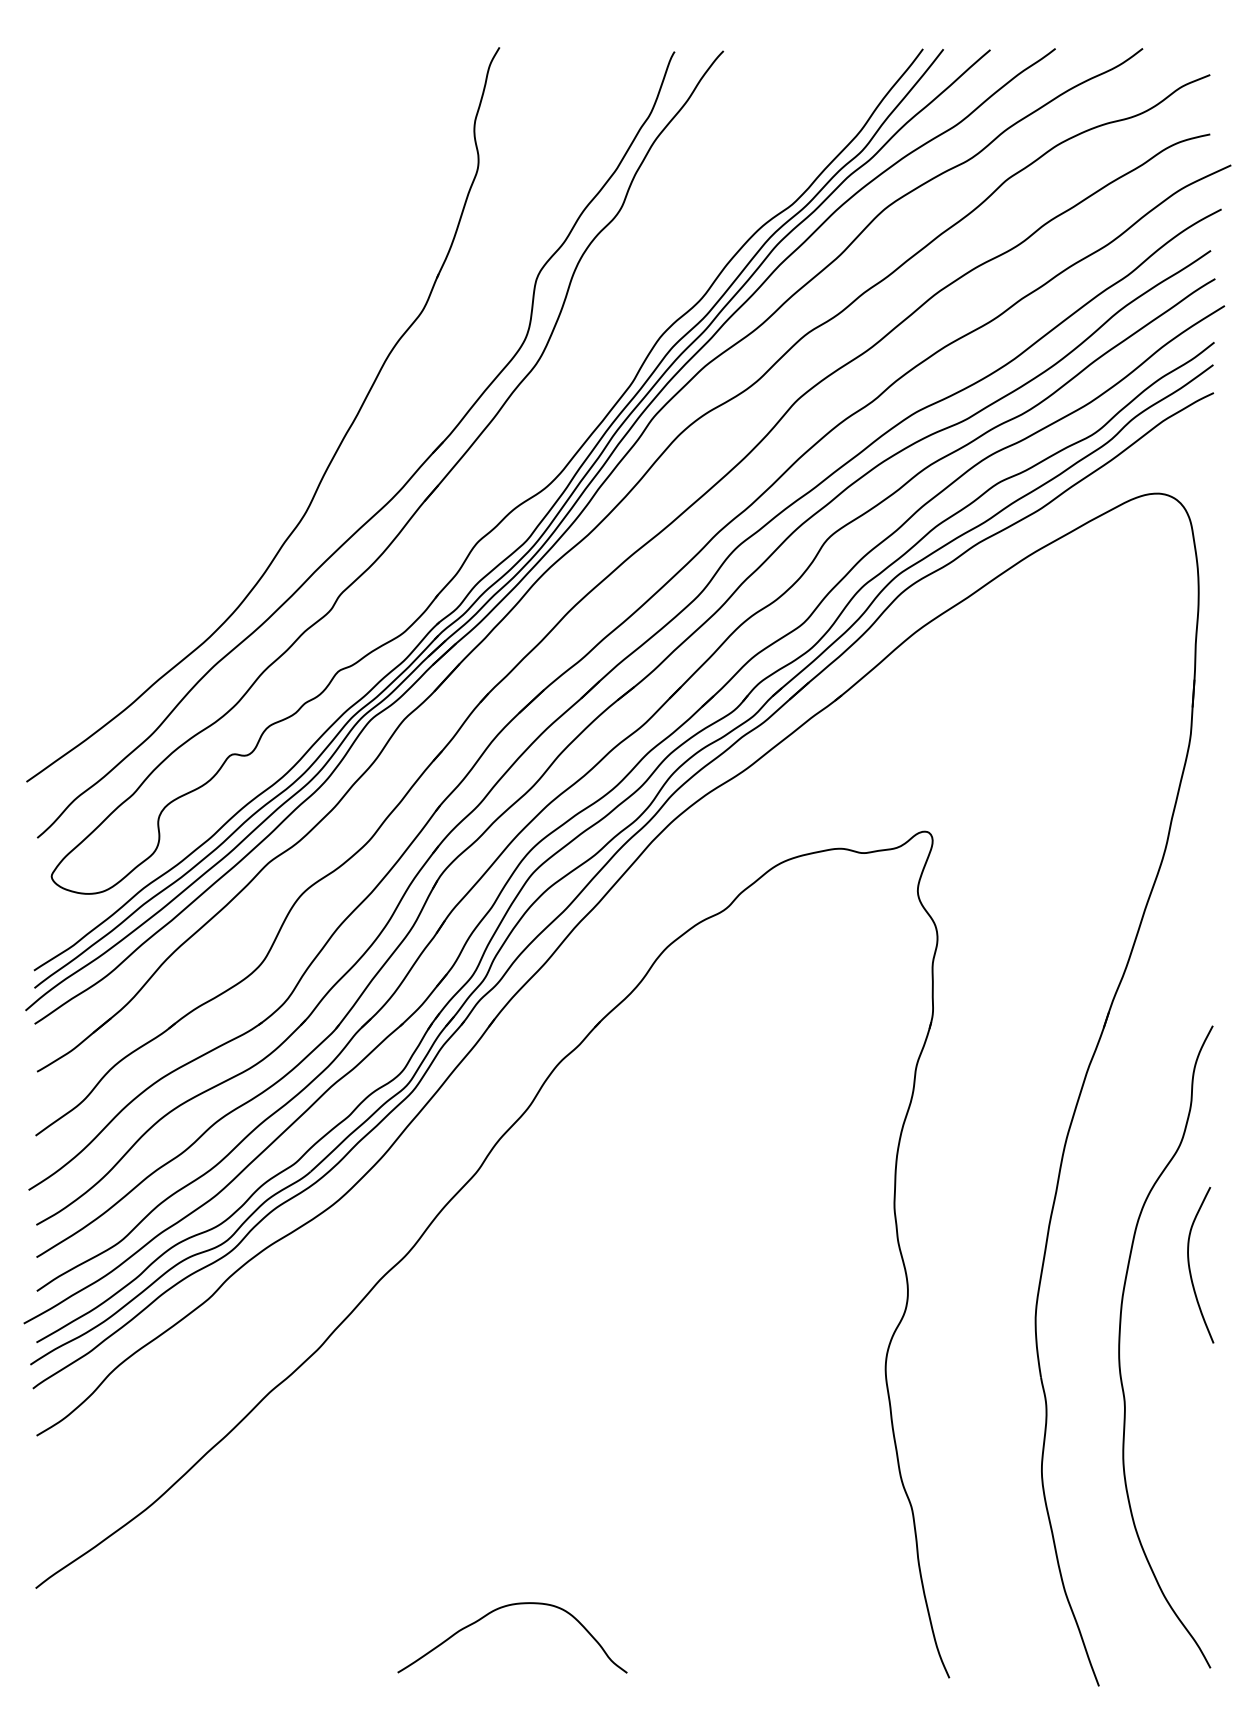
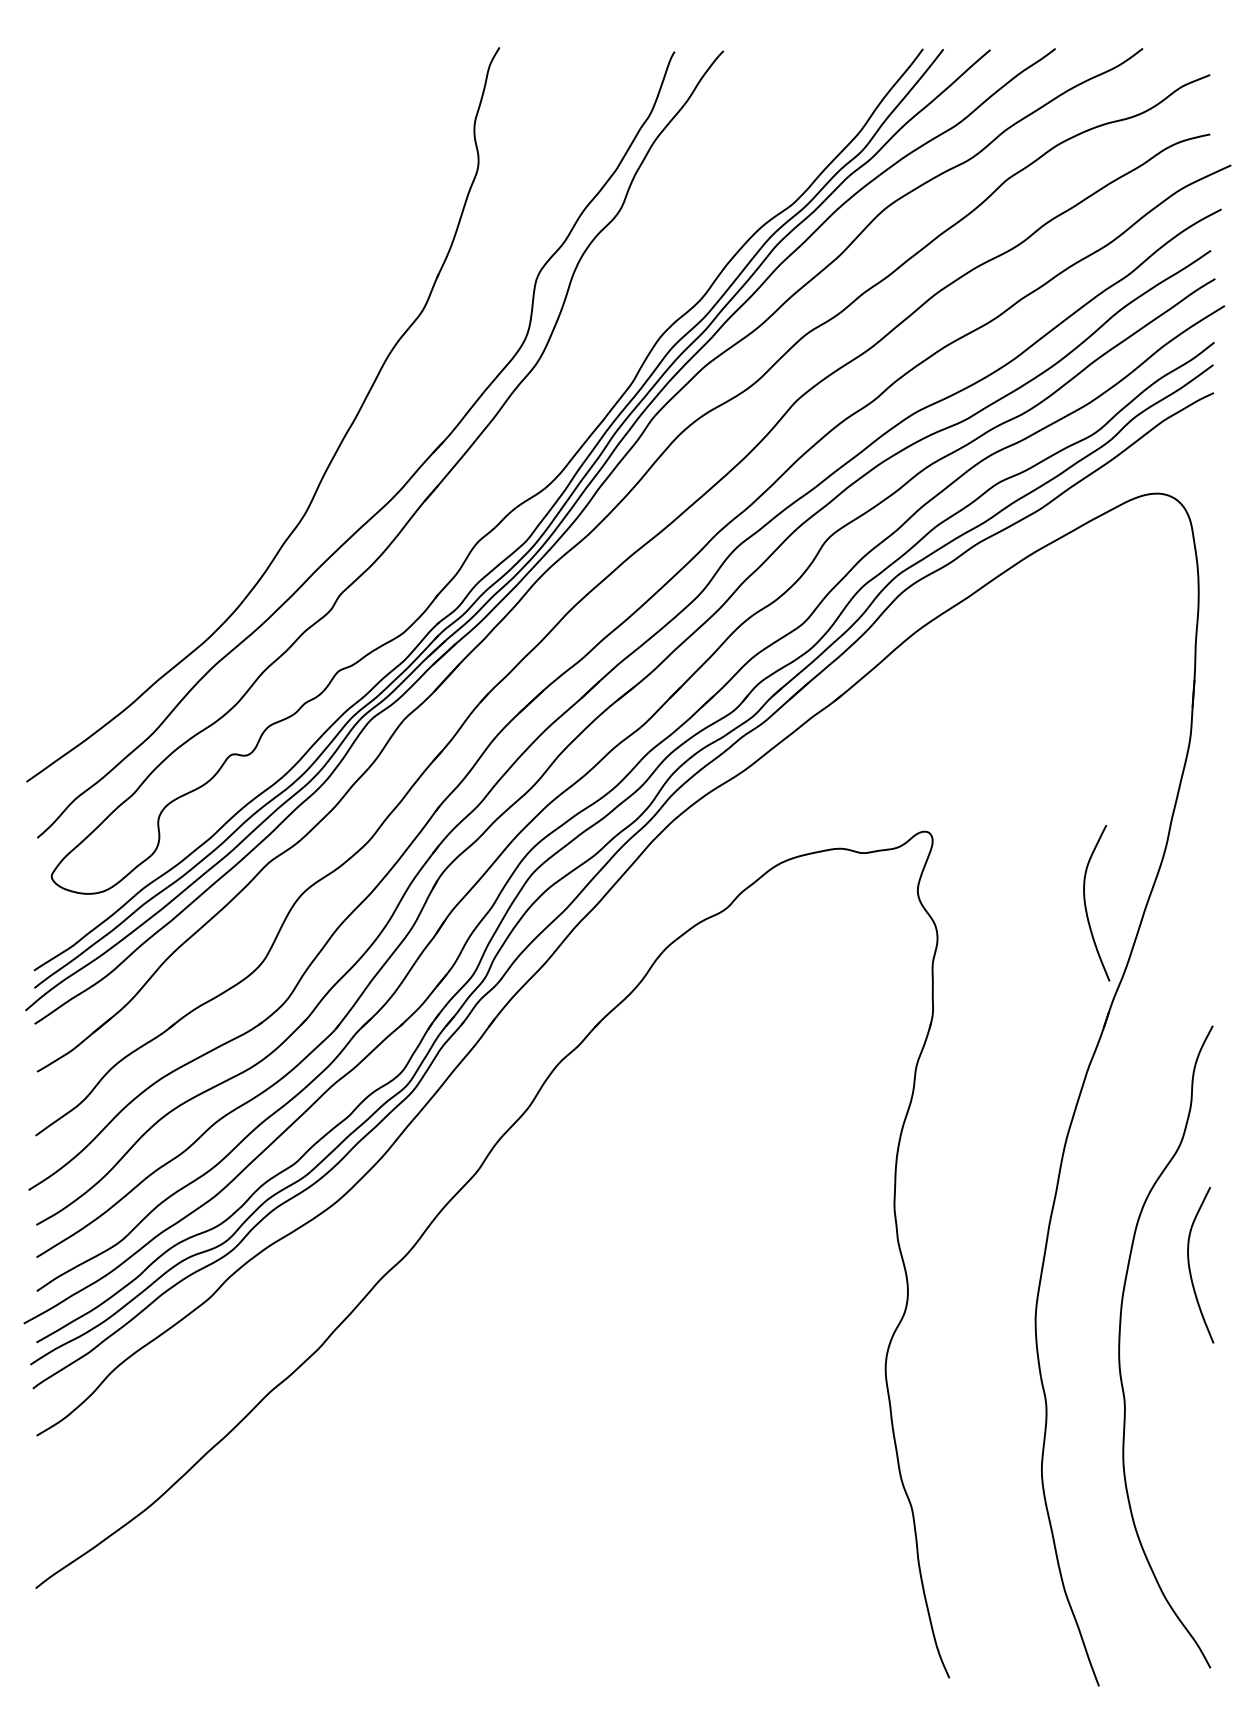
curve at (1086, 905): none -> present
curve at (502, 1608): present -> none
